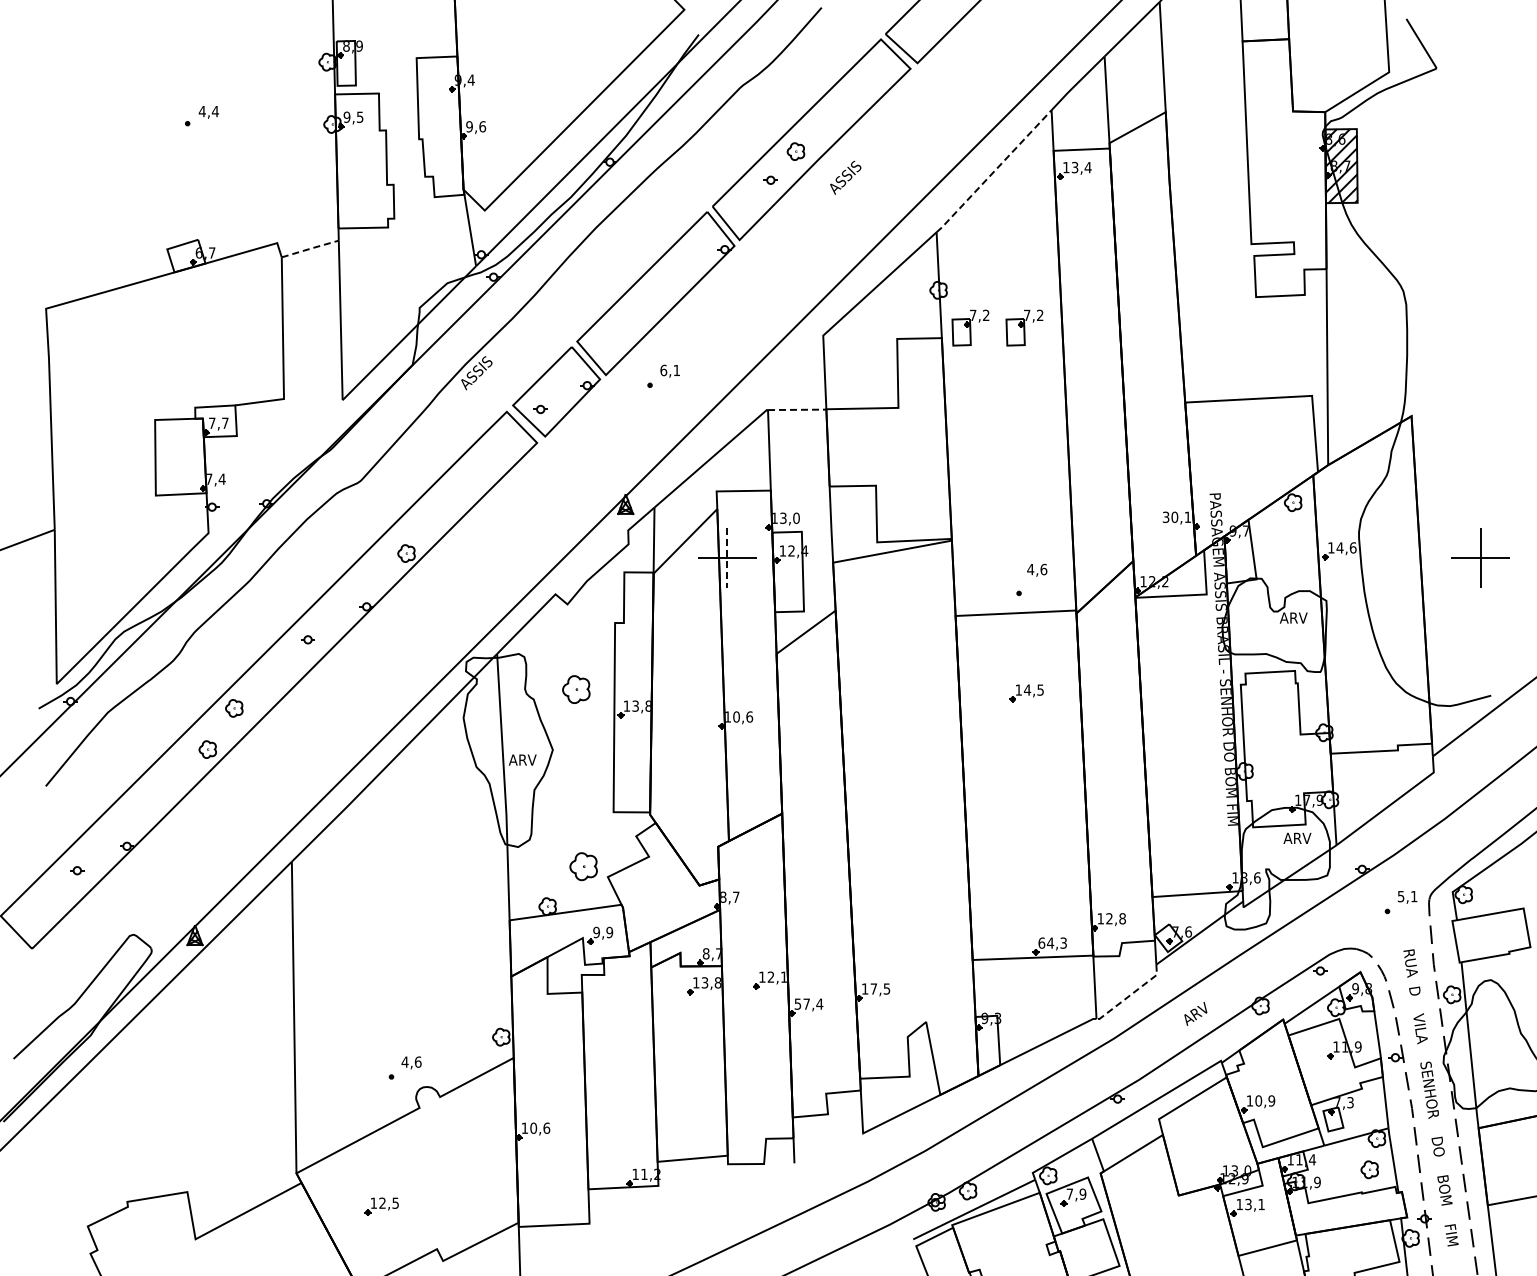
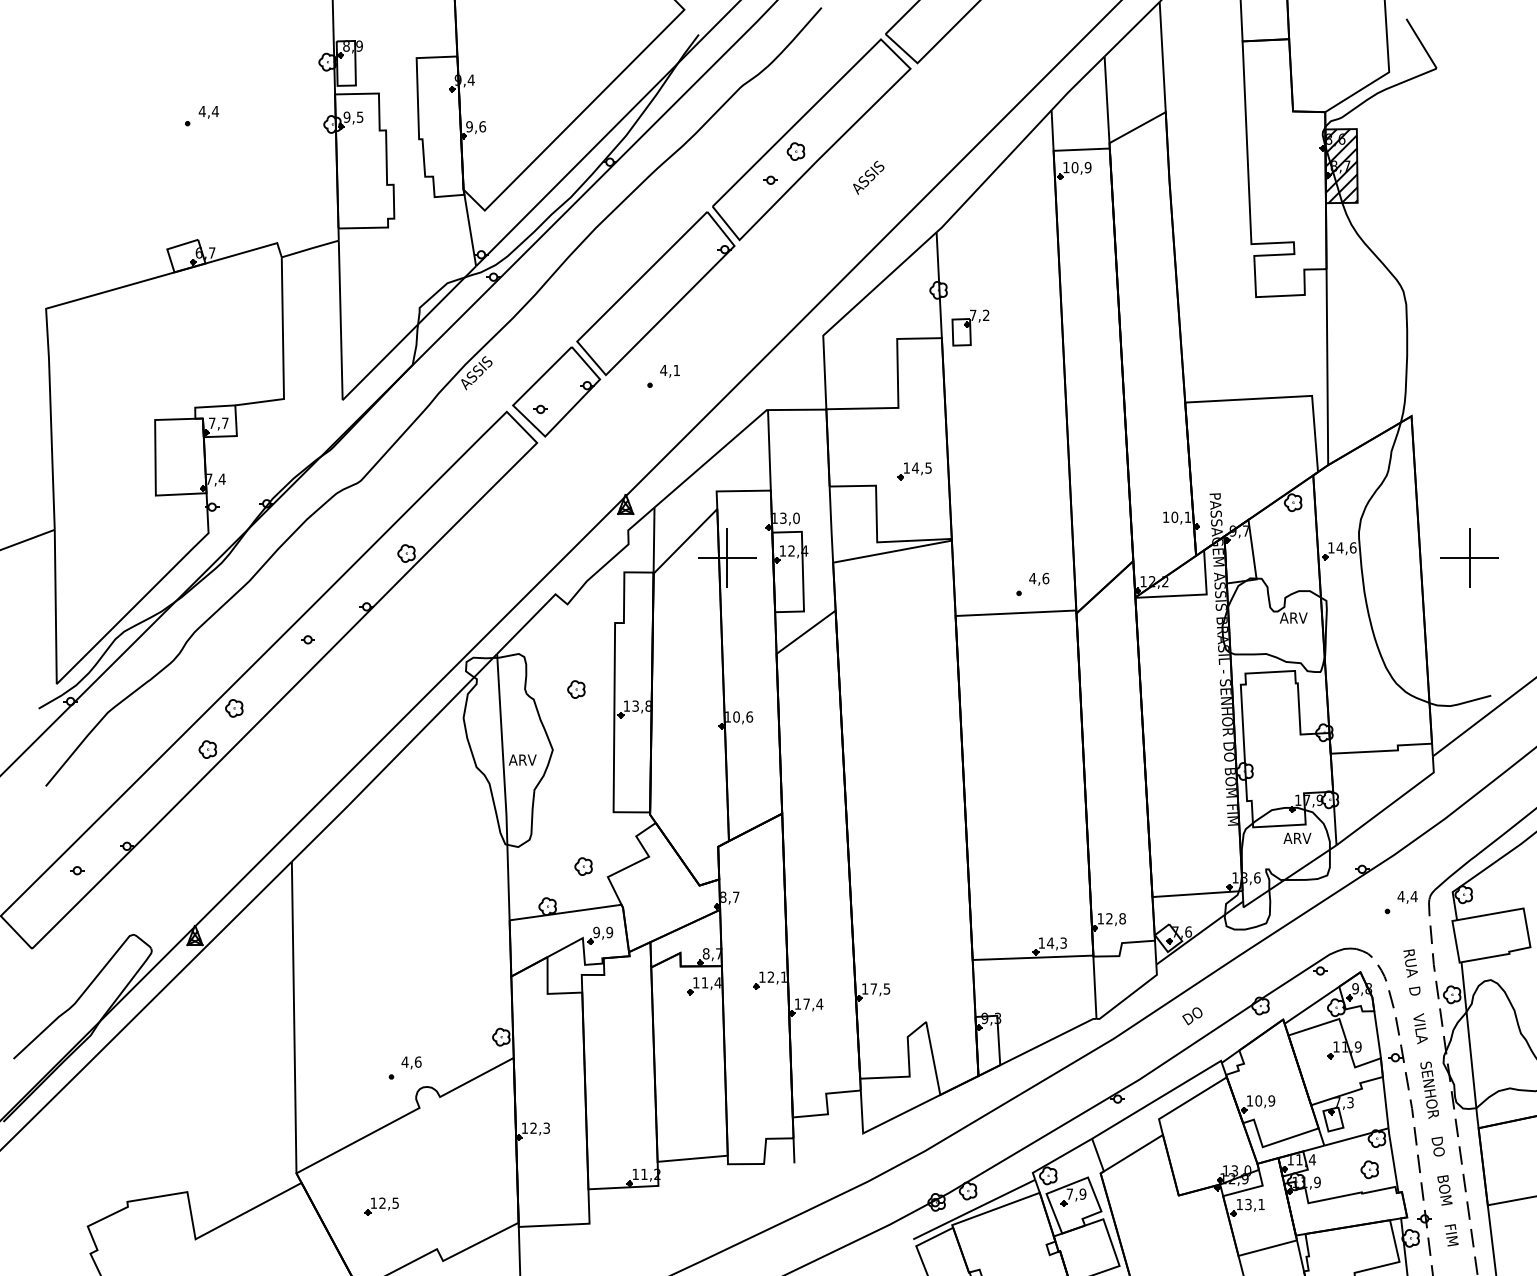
text at (1081, 167): 13,4 -> 10,9
line at (994, 171): dashed -> solid
text at (845, 177) position: (845, 177) -> (868, 177)
line at (311, 248): dashed -> solid
part at (1024, 327): present -> none
text at (663, 370): 6,1 -> 4,1
line at (797, 409): dashed -> solid
text at (1165, 517): 30,1 -> 10,1
line at (727, 557): dashed -> solid
part at (1480, 557) position: (1480, 557) -> (1469, 557)
text at (1037, 569) position: (1037, 569) -> (1039, 578)
part at (576, 689) size: 29x29 px -> 19x19 px
part at (1026, 693) position: (1026, 693) -> (914, 471)
part at (583, 866) size: 29x30 px -> 19x19 px
text at (1407, 896): 5,1 -> 4,4
text at (1041, 942): 64,3 -> 14,3
text at (711, 982): 13,8 -> 11,4
line at (1130, 994): dashed -> solid
text at (797, 1003): 57,4 -> 17,4
text at (1194, 1013): ARV -> DO
text at (540, 1127): 10,6 -> 12,3
